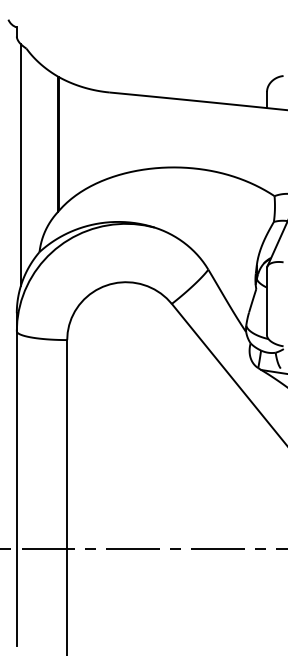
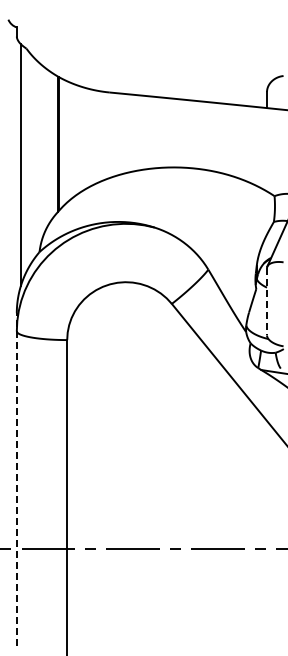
line at (267, 301): solid -> dashed
line at (16, 479): solid -> dashed
